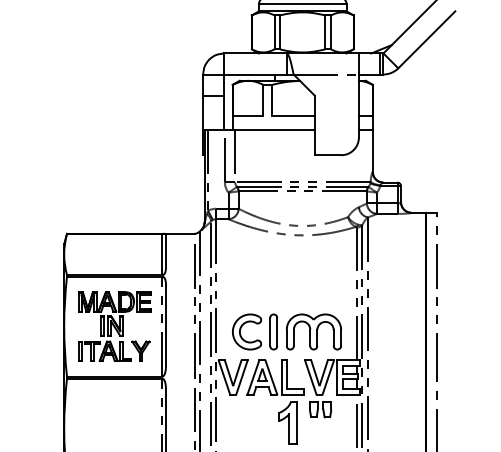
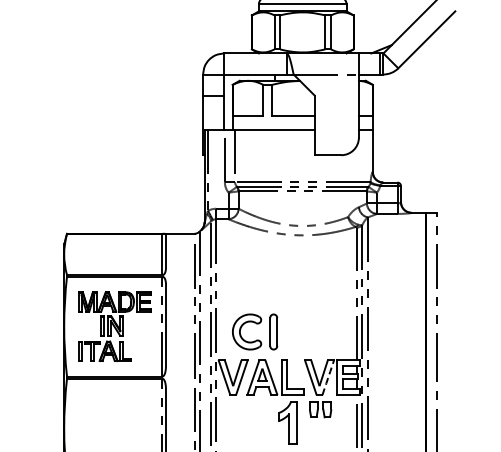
part at (313, 331): present -> none
part at (140, 350): present -> none
line at (328, 377): solid -> dashed
